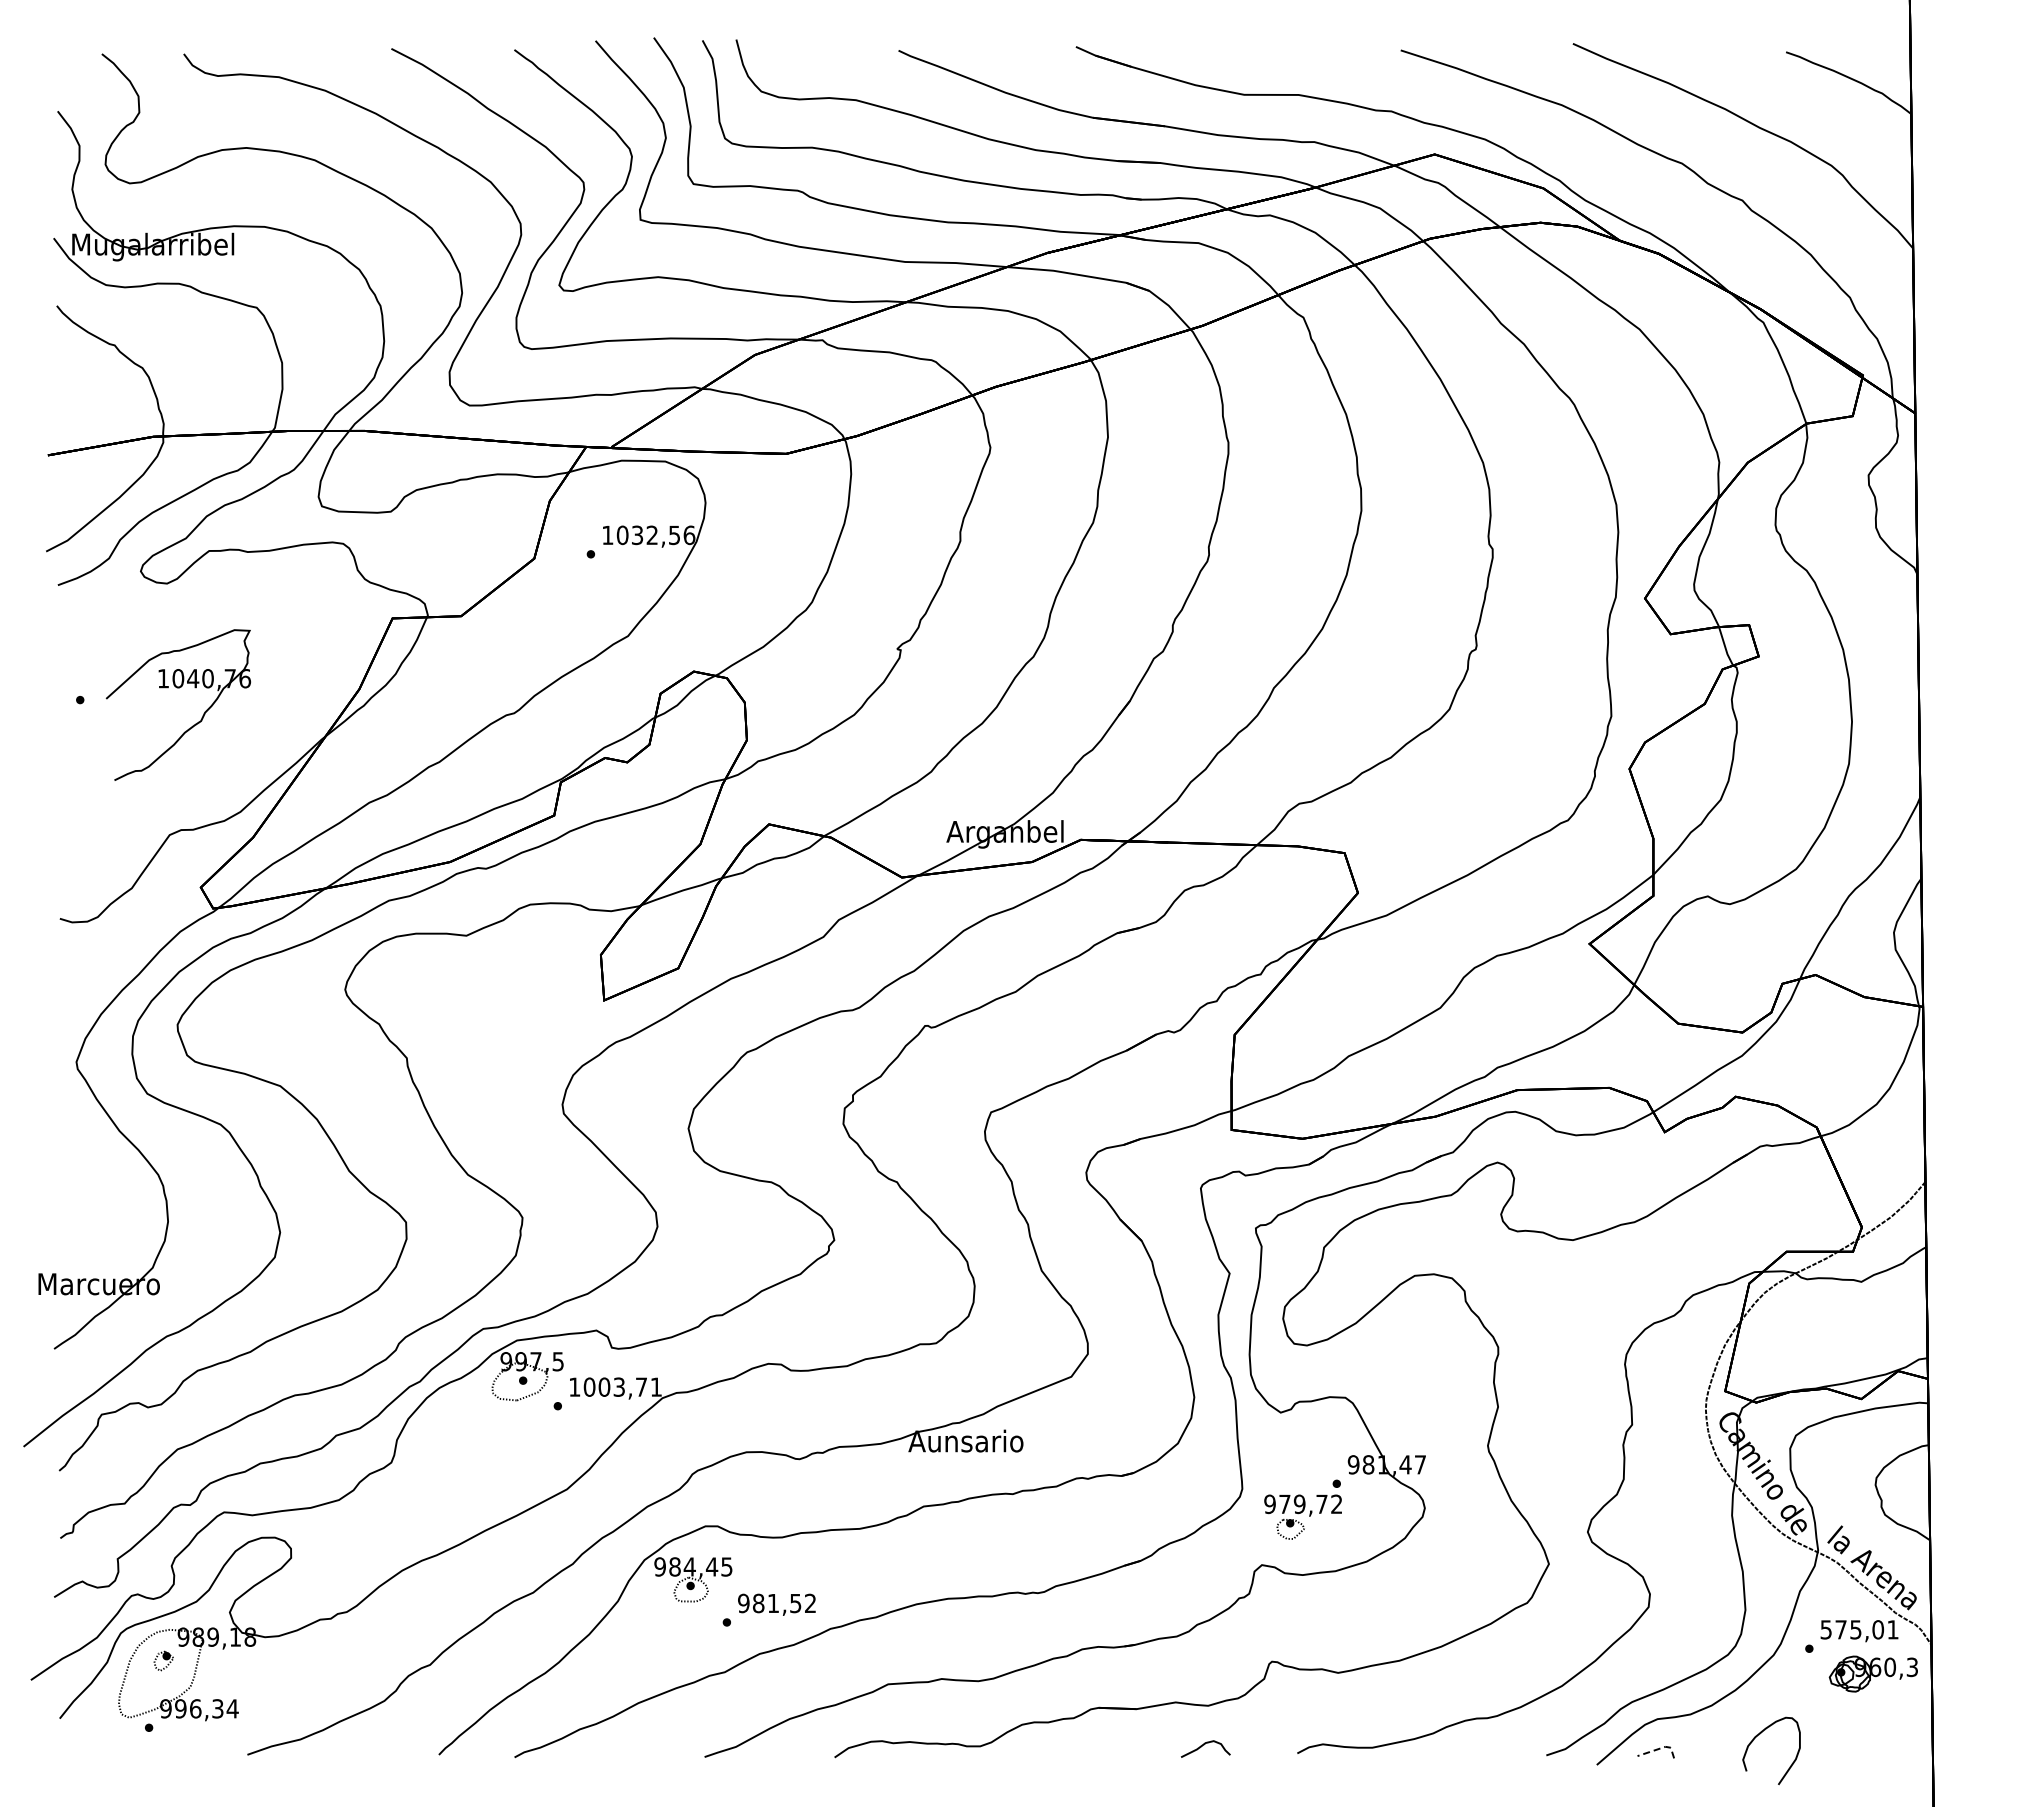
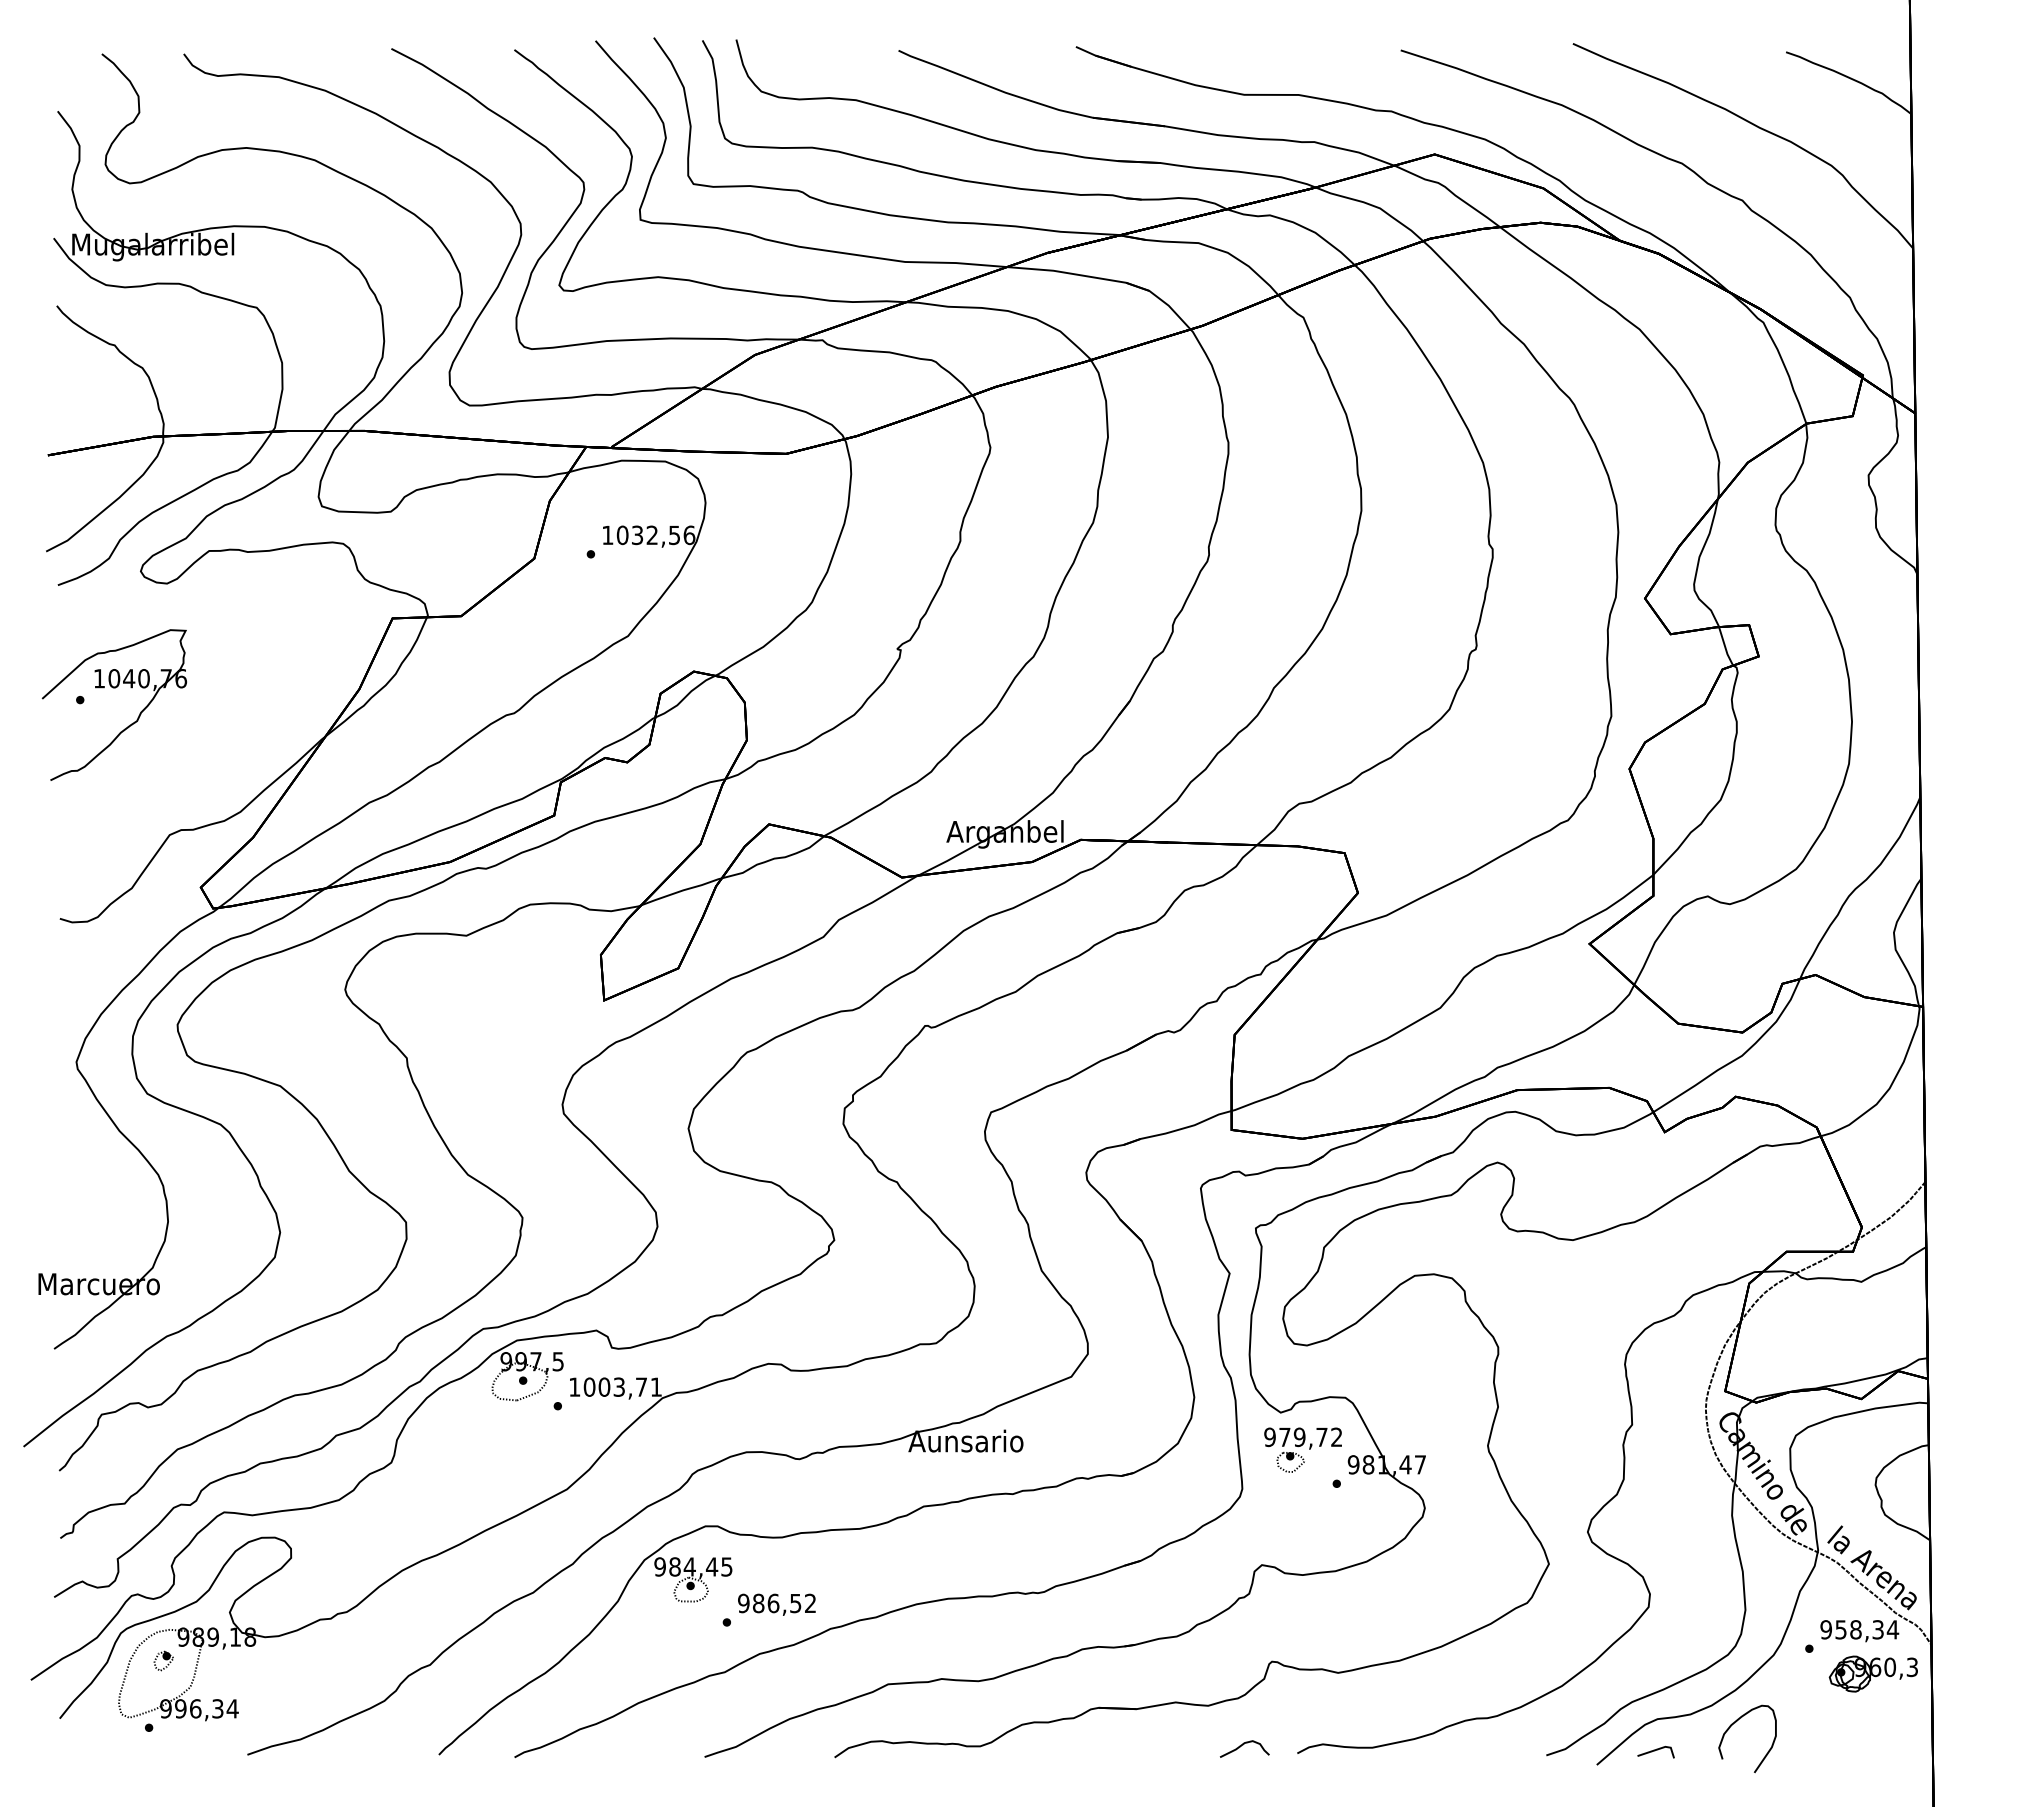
part at (177, 688) position: (177, 688) -> (113, 688)
part at (1302, 1516) position: (1302, 1516) -> (1302, 1449)
text at (773, 1603): 981,52 -> 986,52
text at (1859, 1629): 575,01 -> 958,34
curve at (1760, 1734) position: (1760, 1734) -> (1736, 1722)
curve at (1204, 1745) position: (1204, 1745) -> (1243, 1745)
line at (1660, 1748): dashed -> solid
